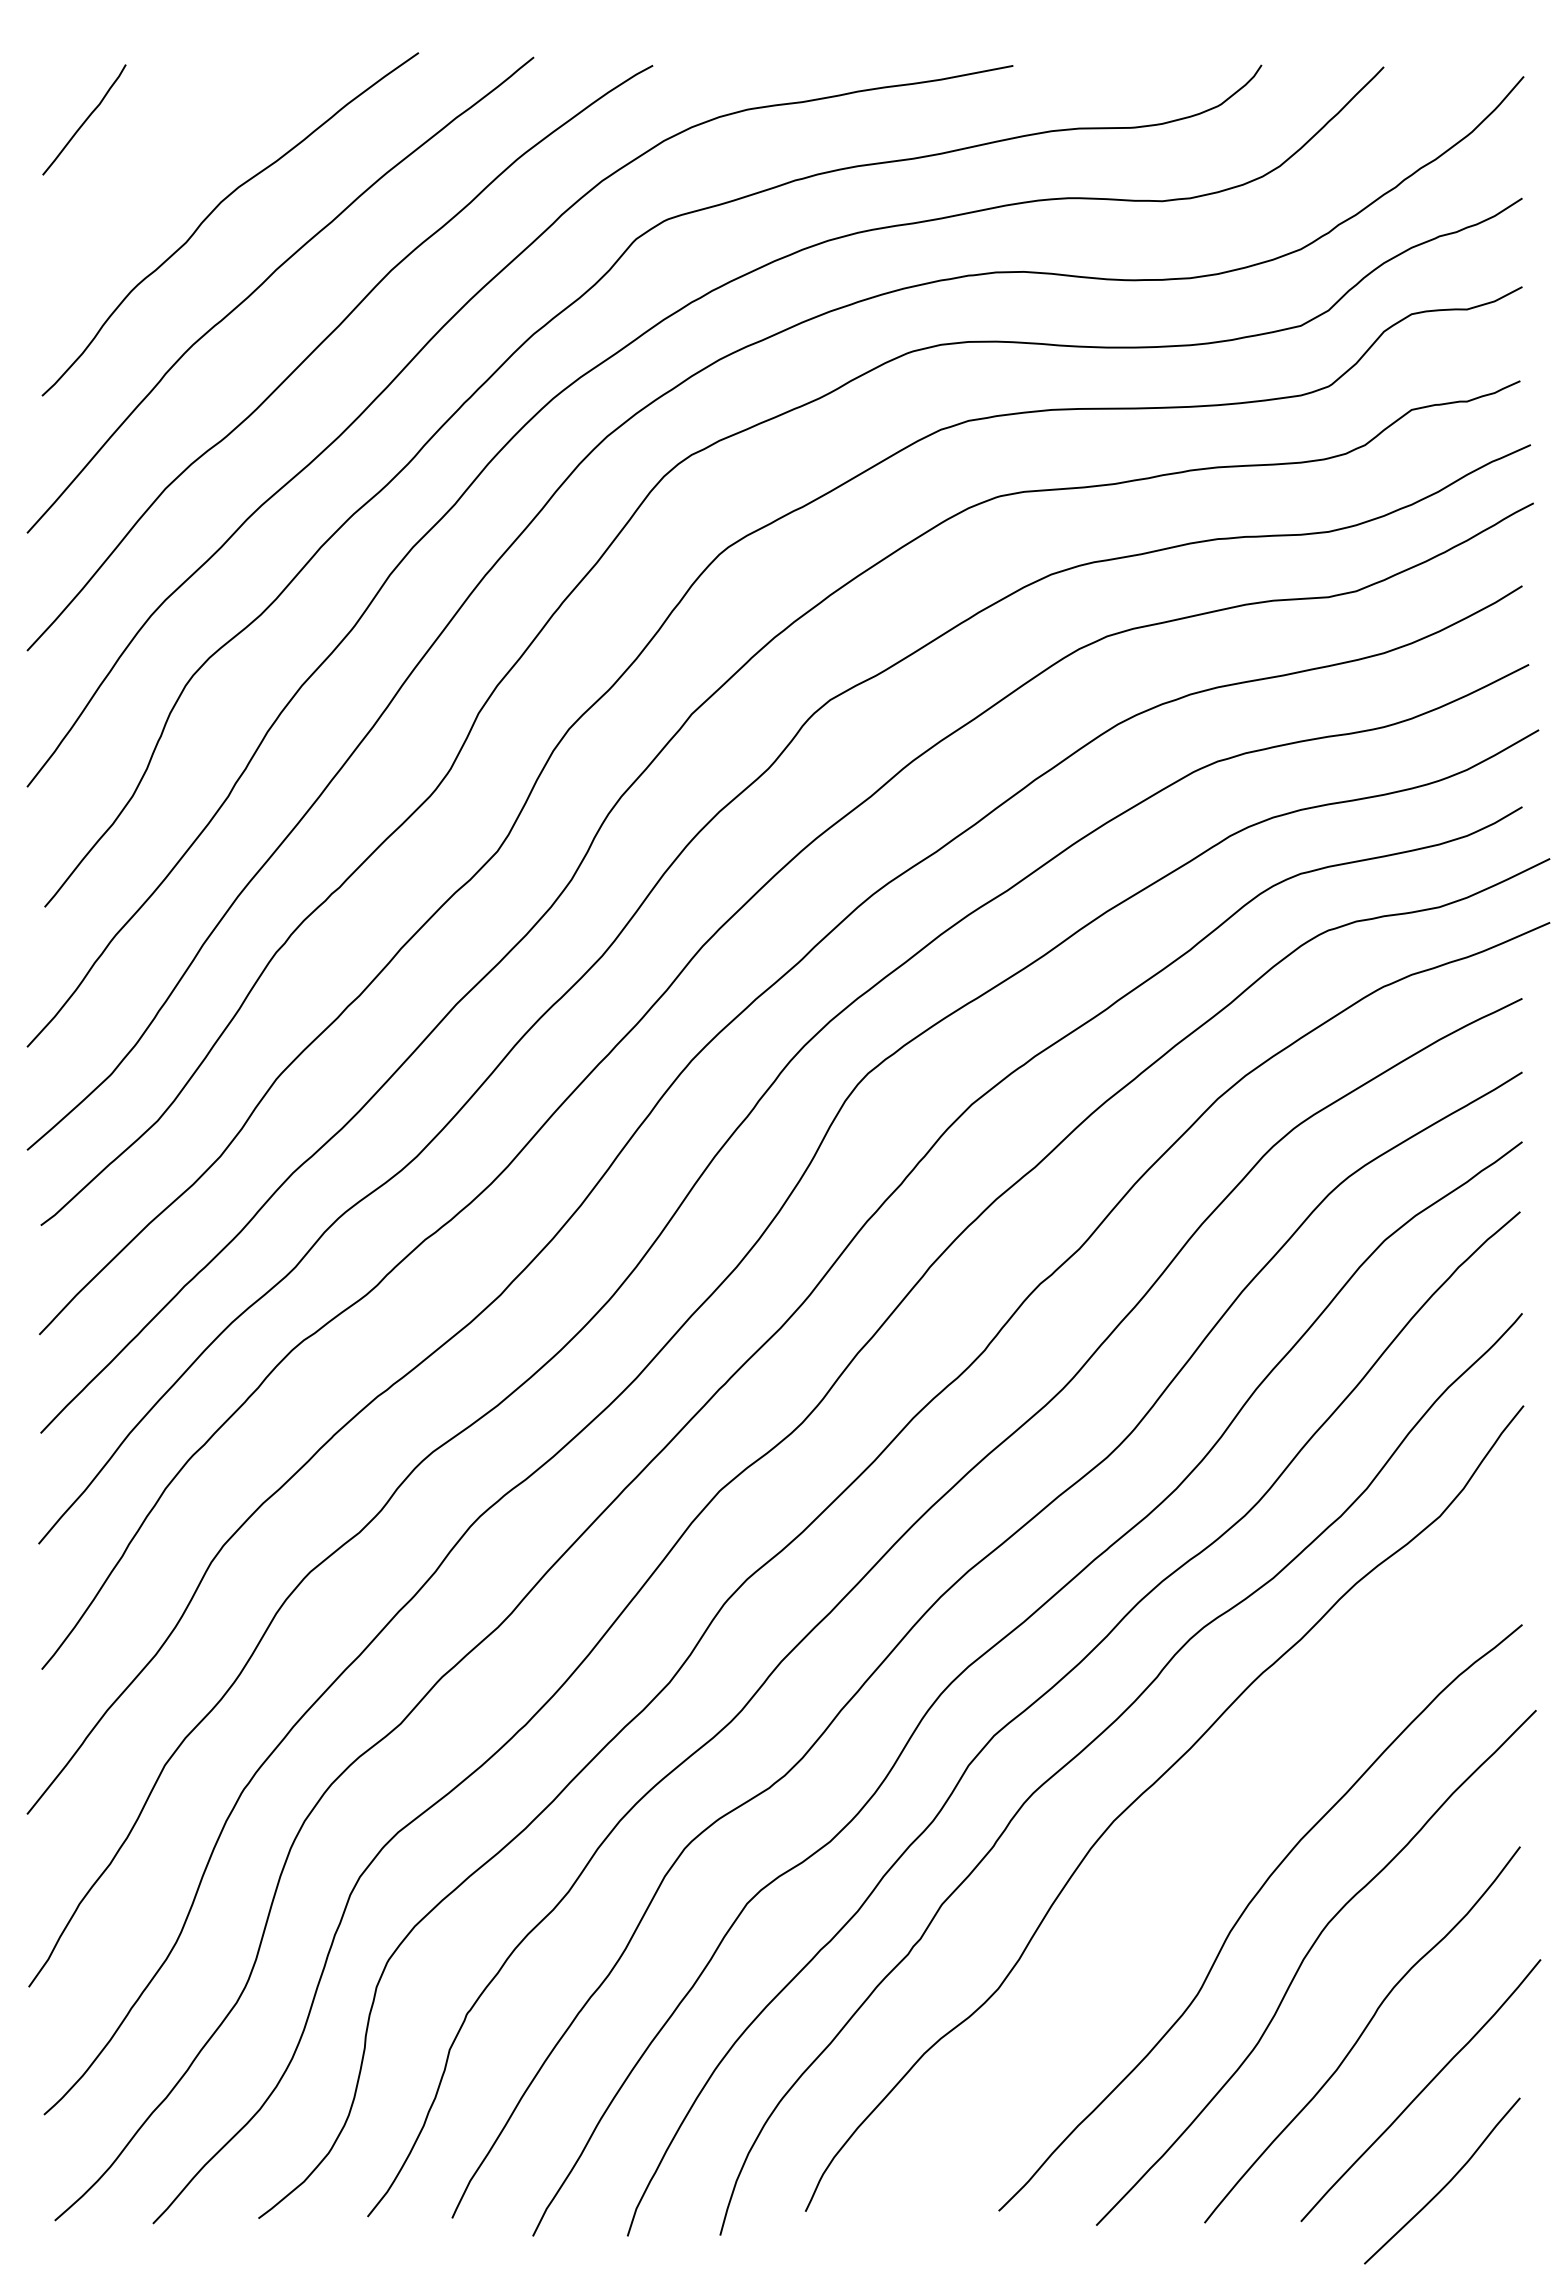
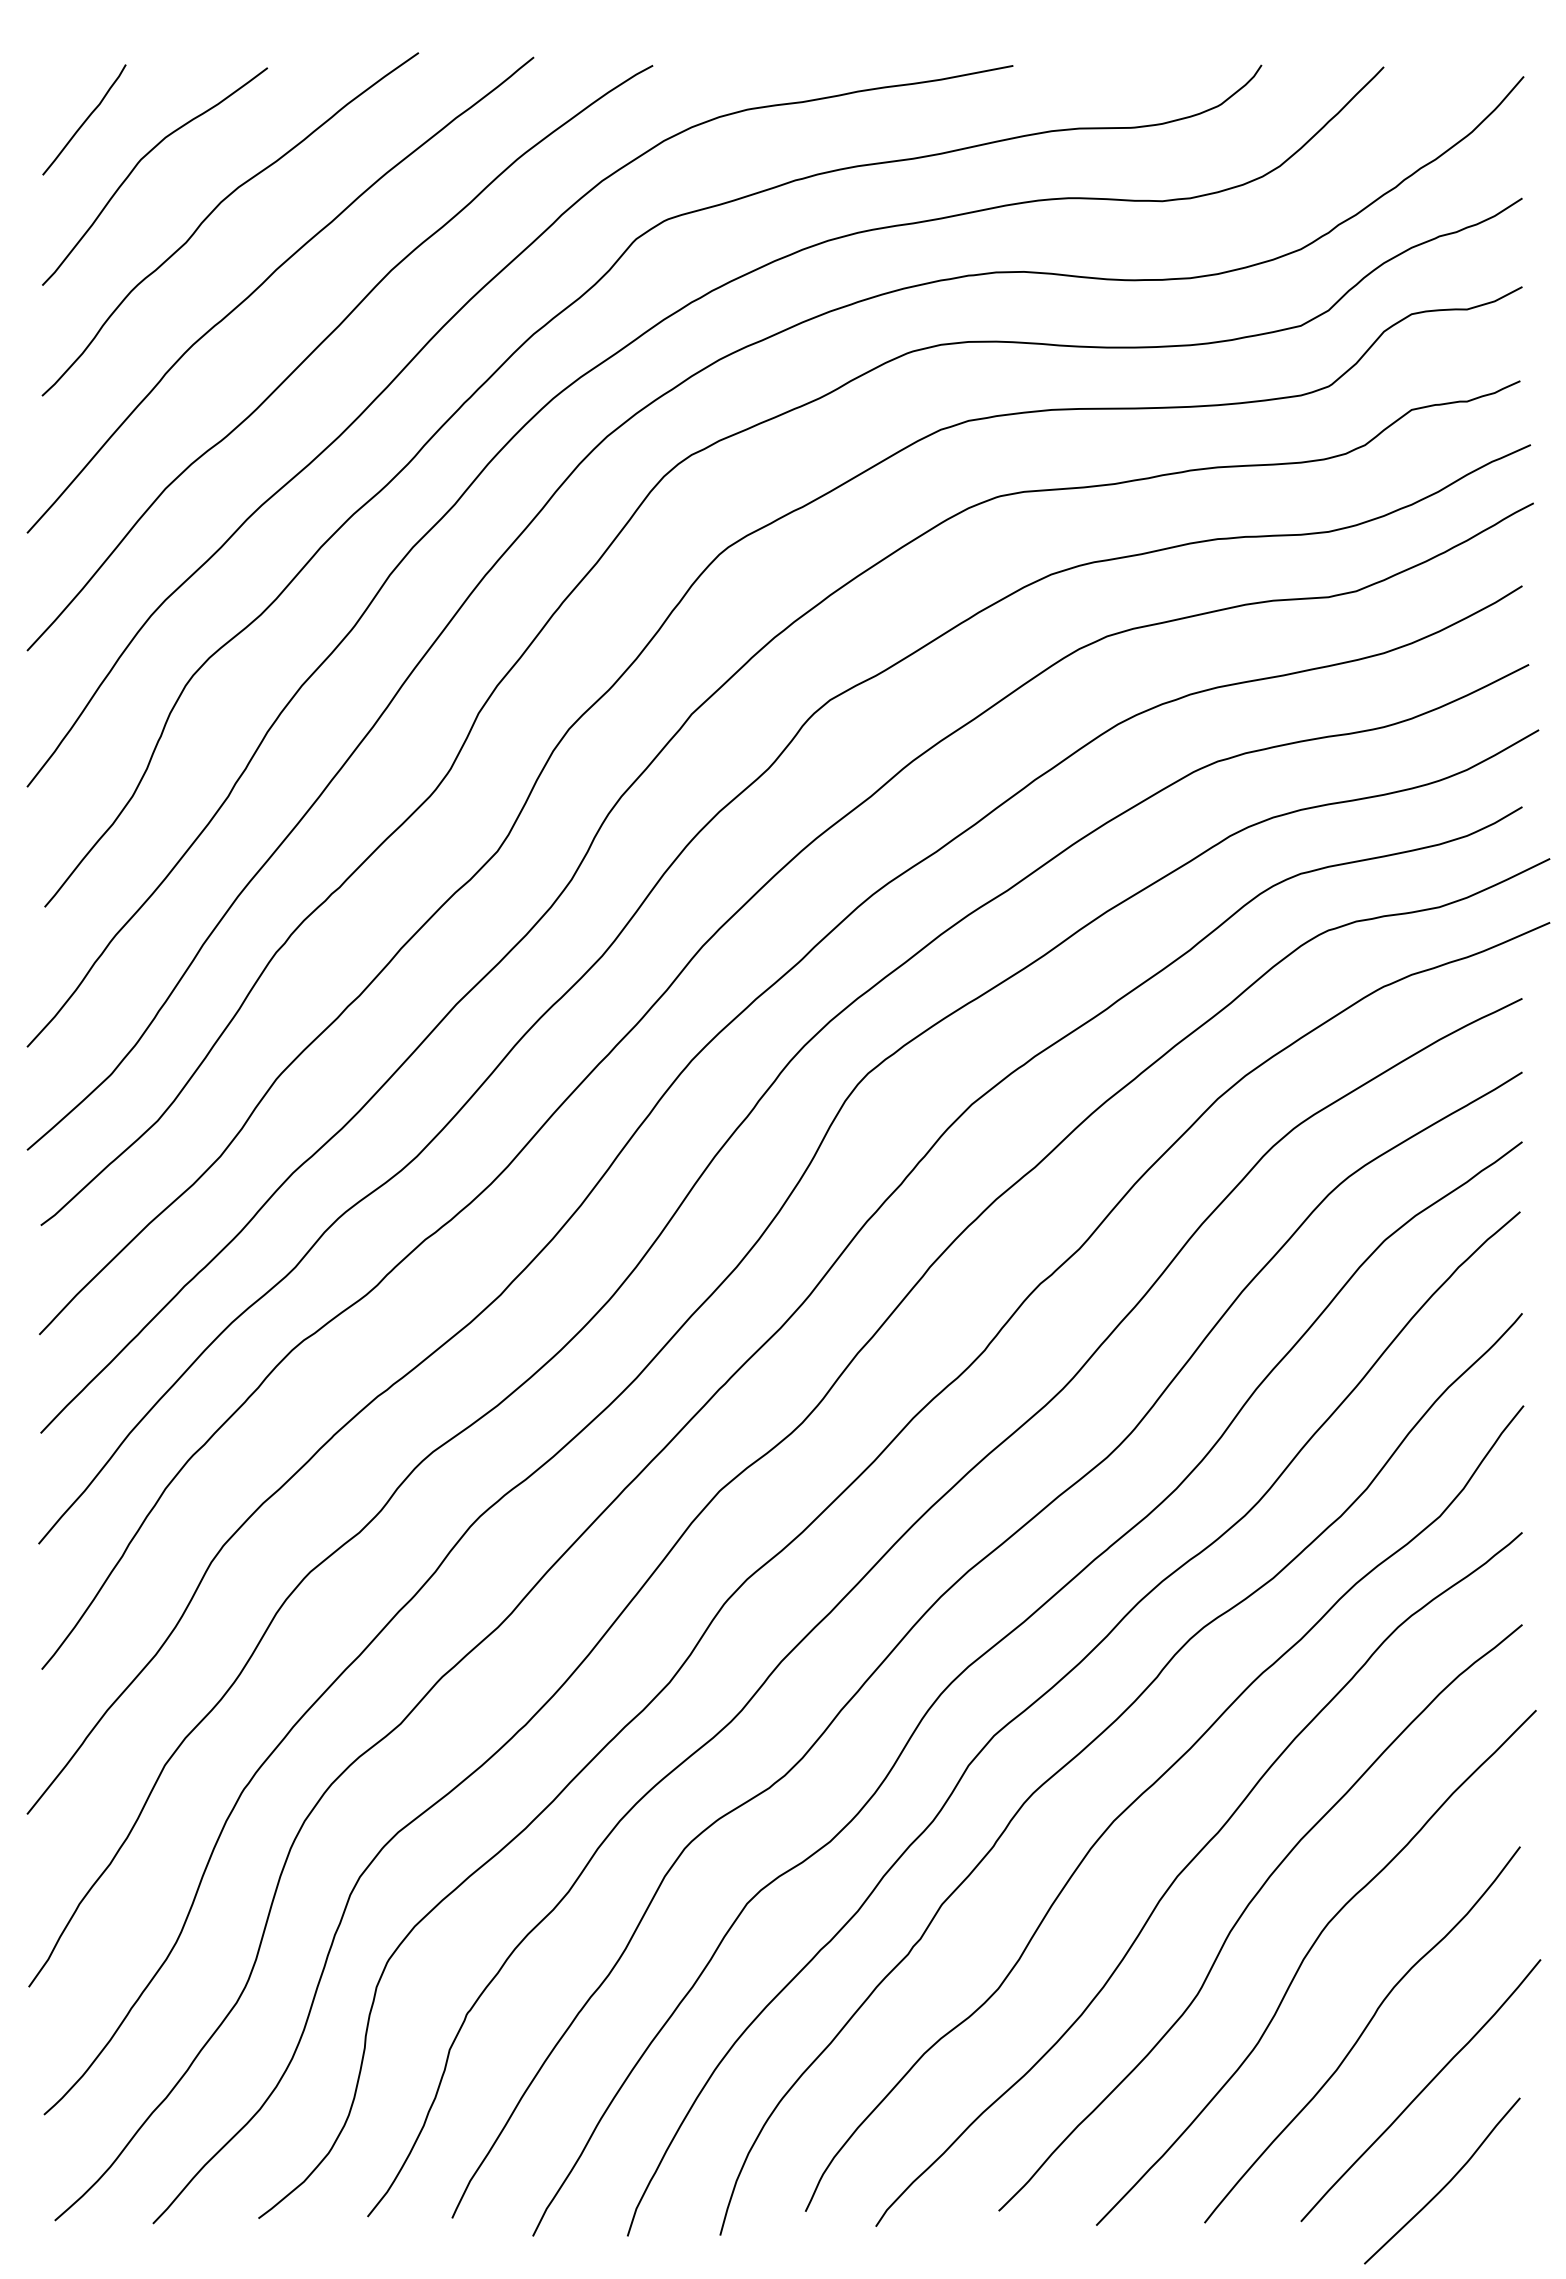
curve at (138, 164): none -> present
curve at (1185, 1869): none -> present
